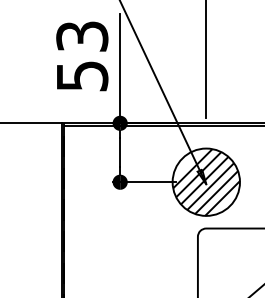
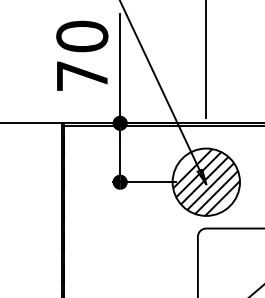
text at (82, 55): 53 -> 70
